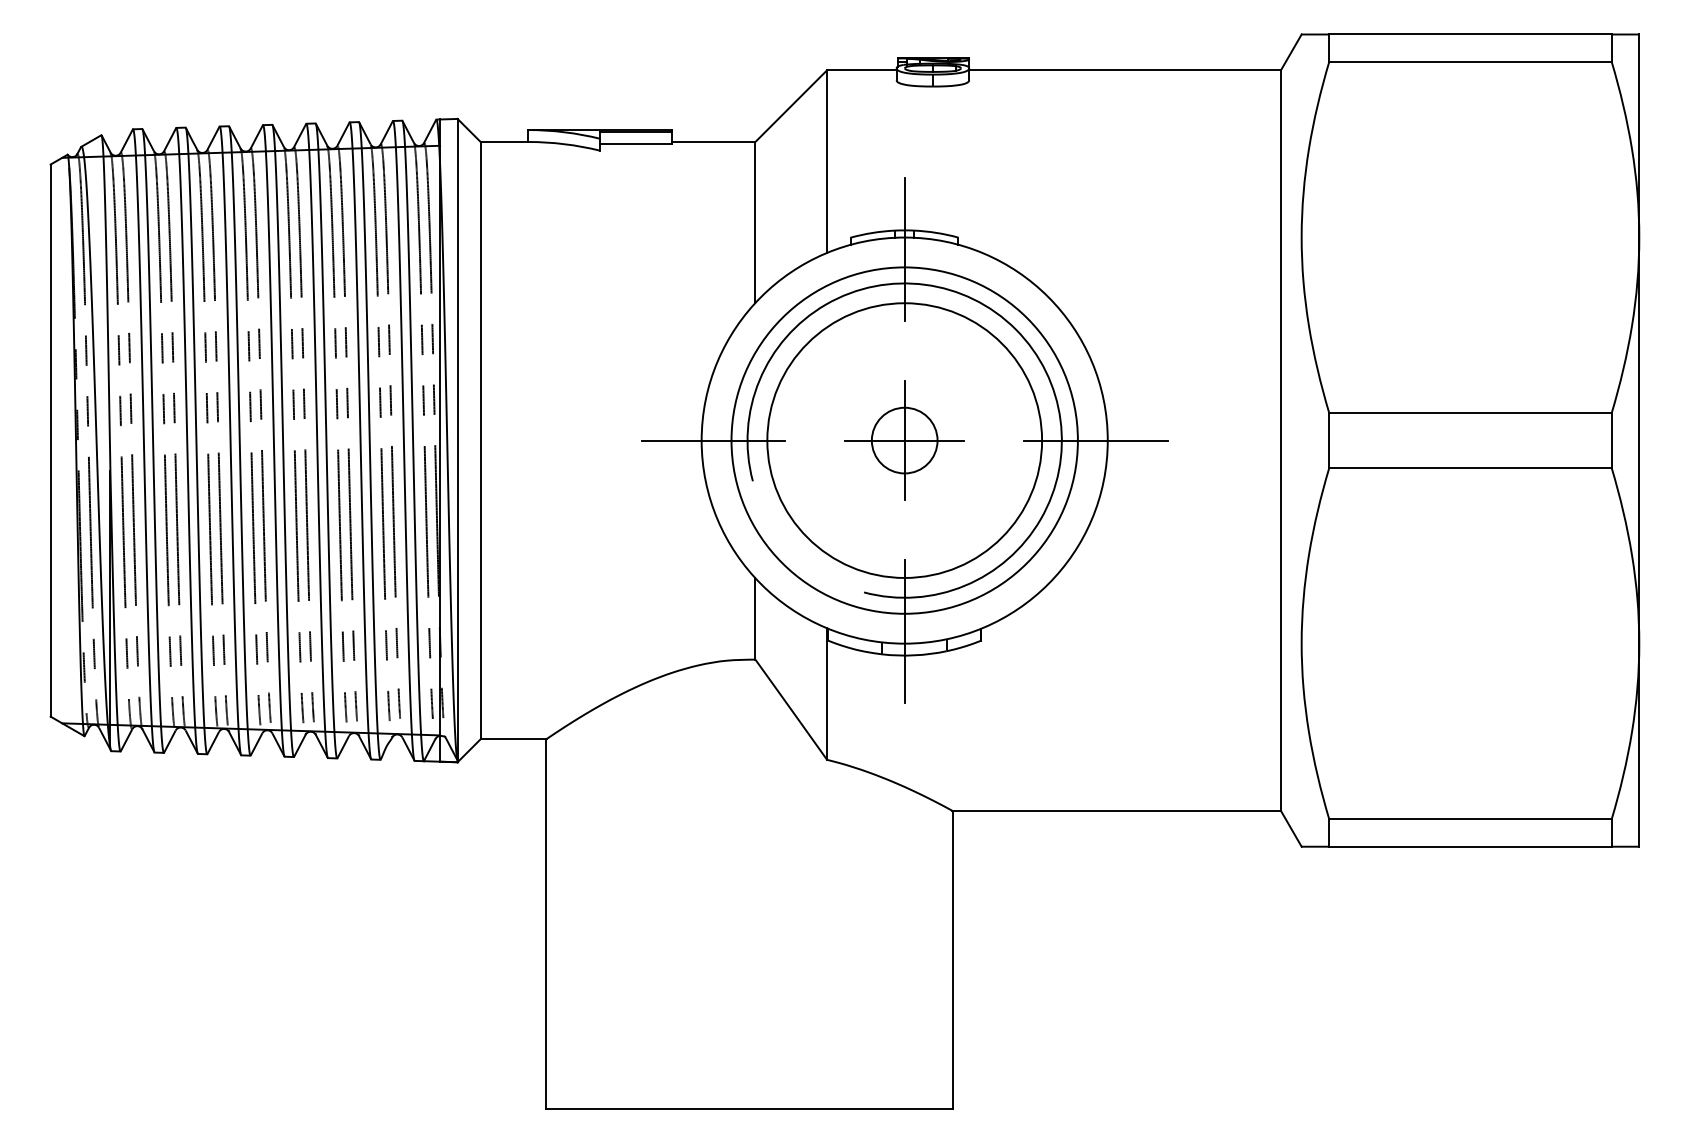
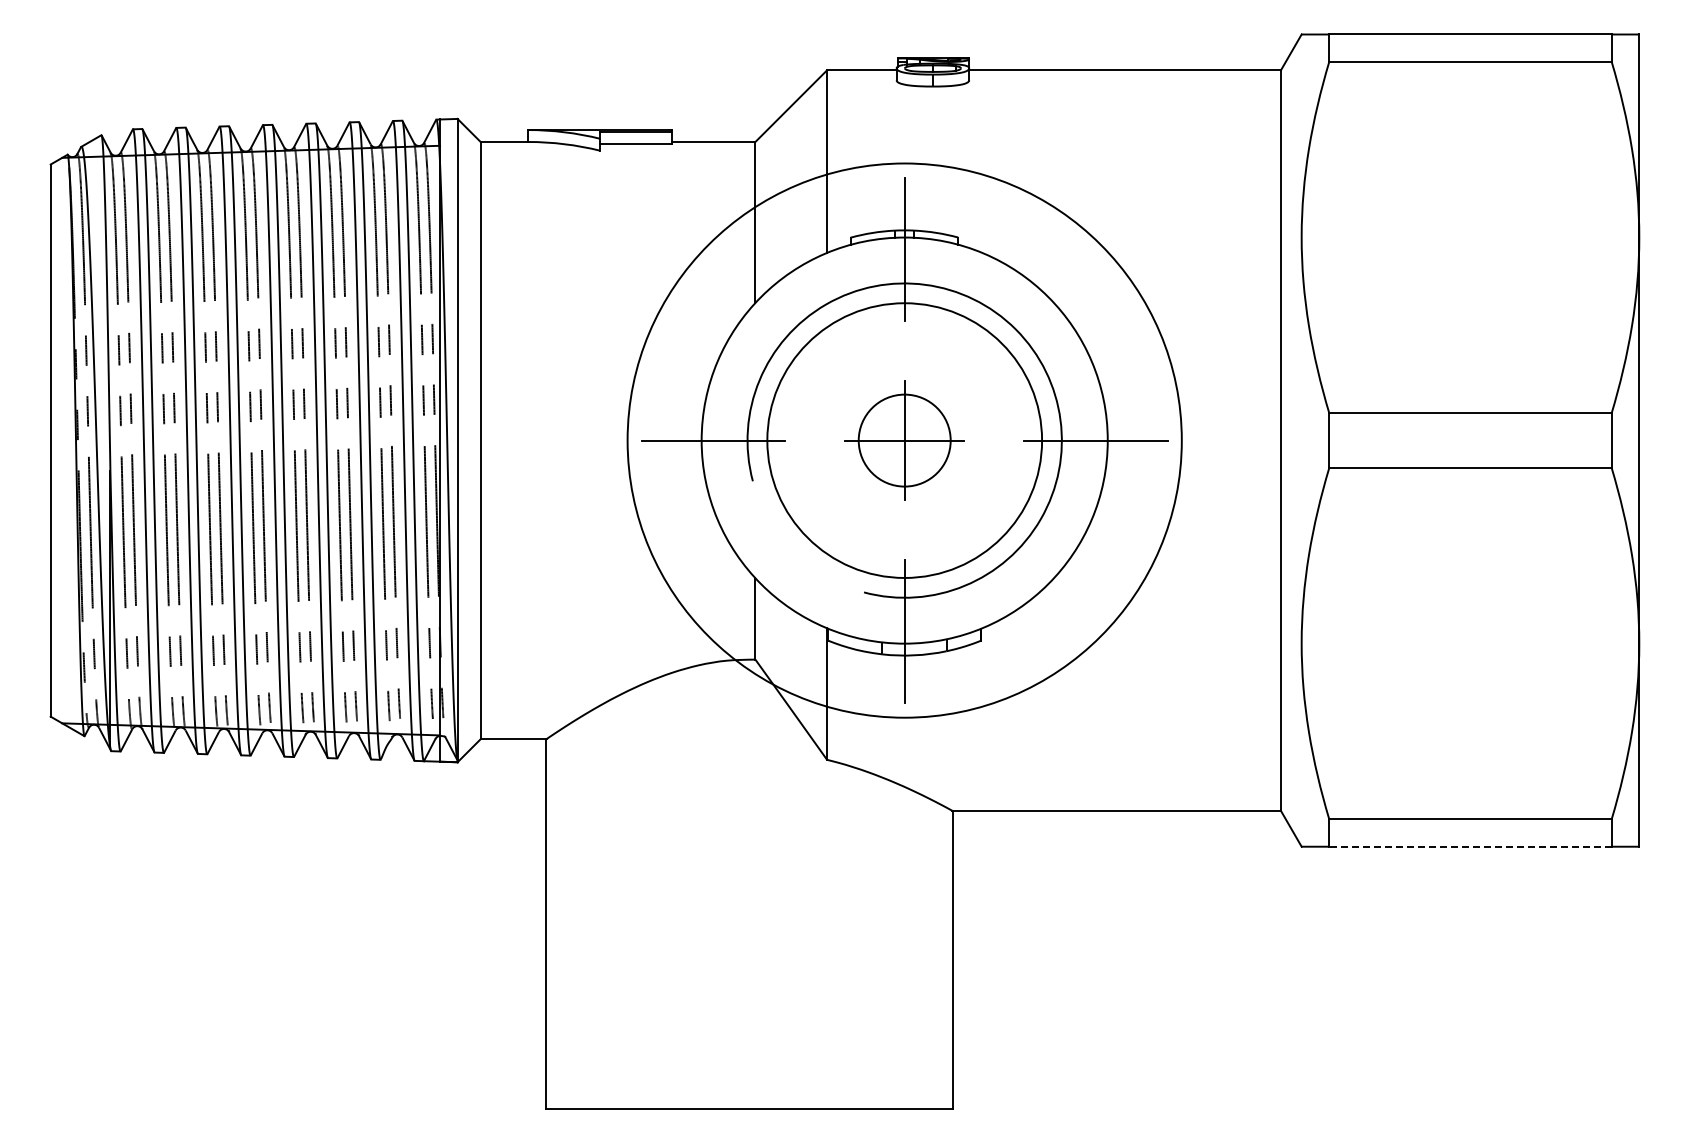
circle at (904, 440) diameter: 346 px -> 554 px
circle at (904, 440) diameter: 66 px -> 92 px
line at (1469, 846): solid -> dashed
